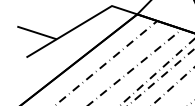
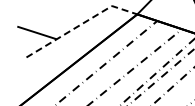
line at (81, 24): solid -> dashed
